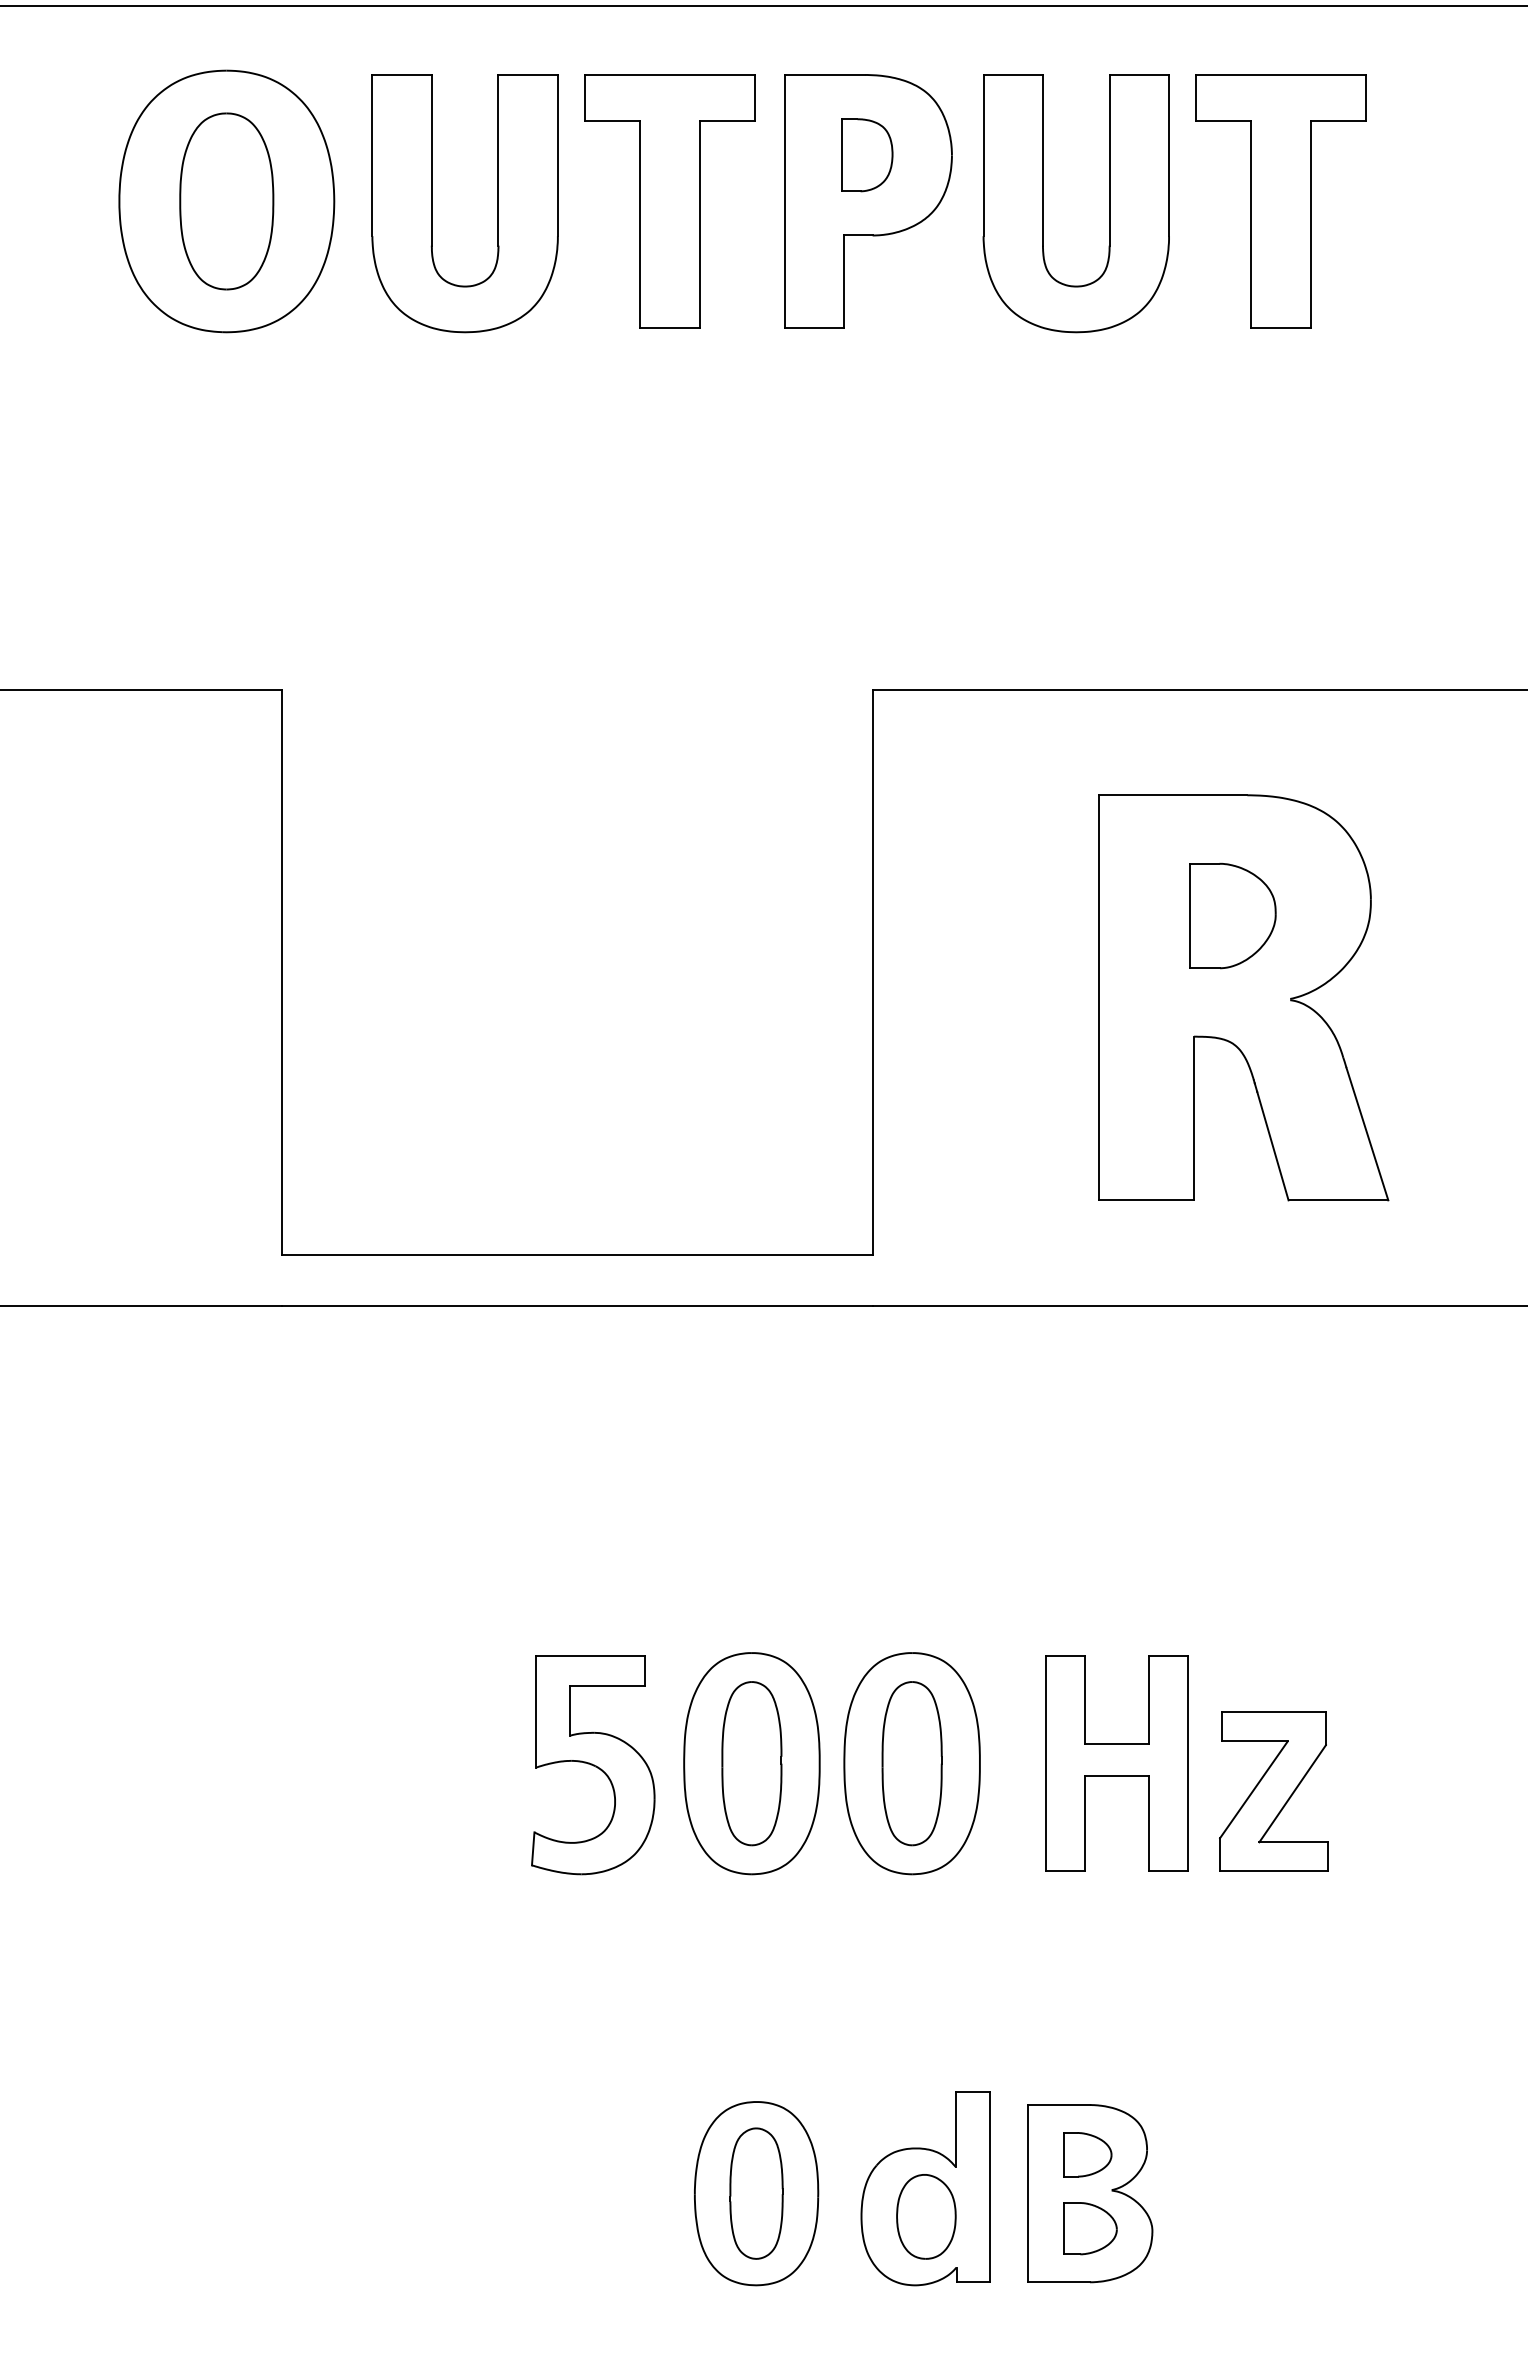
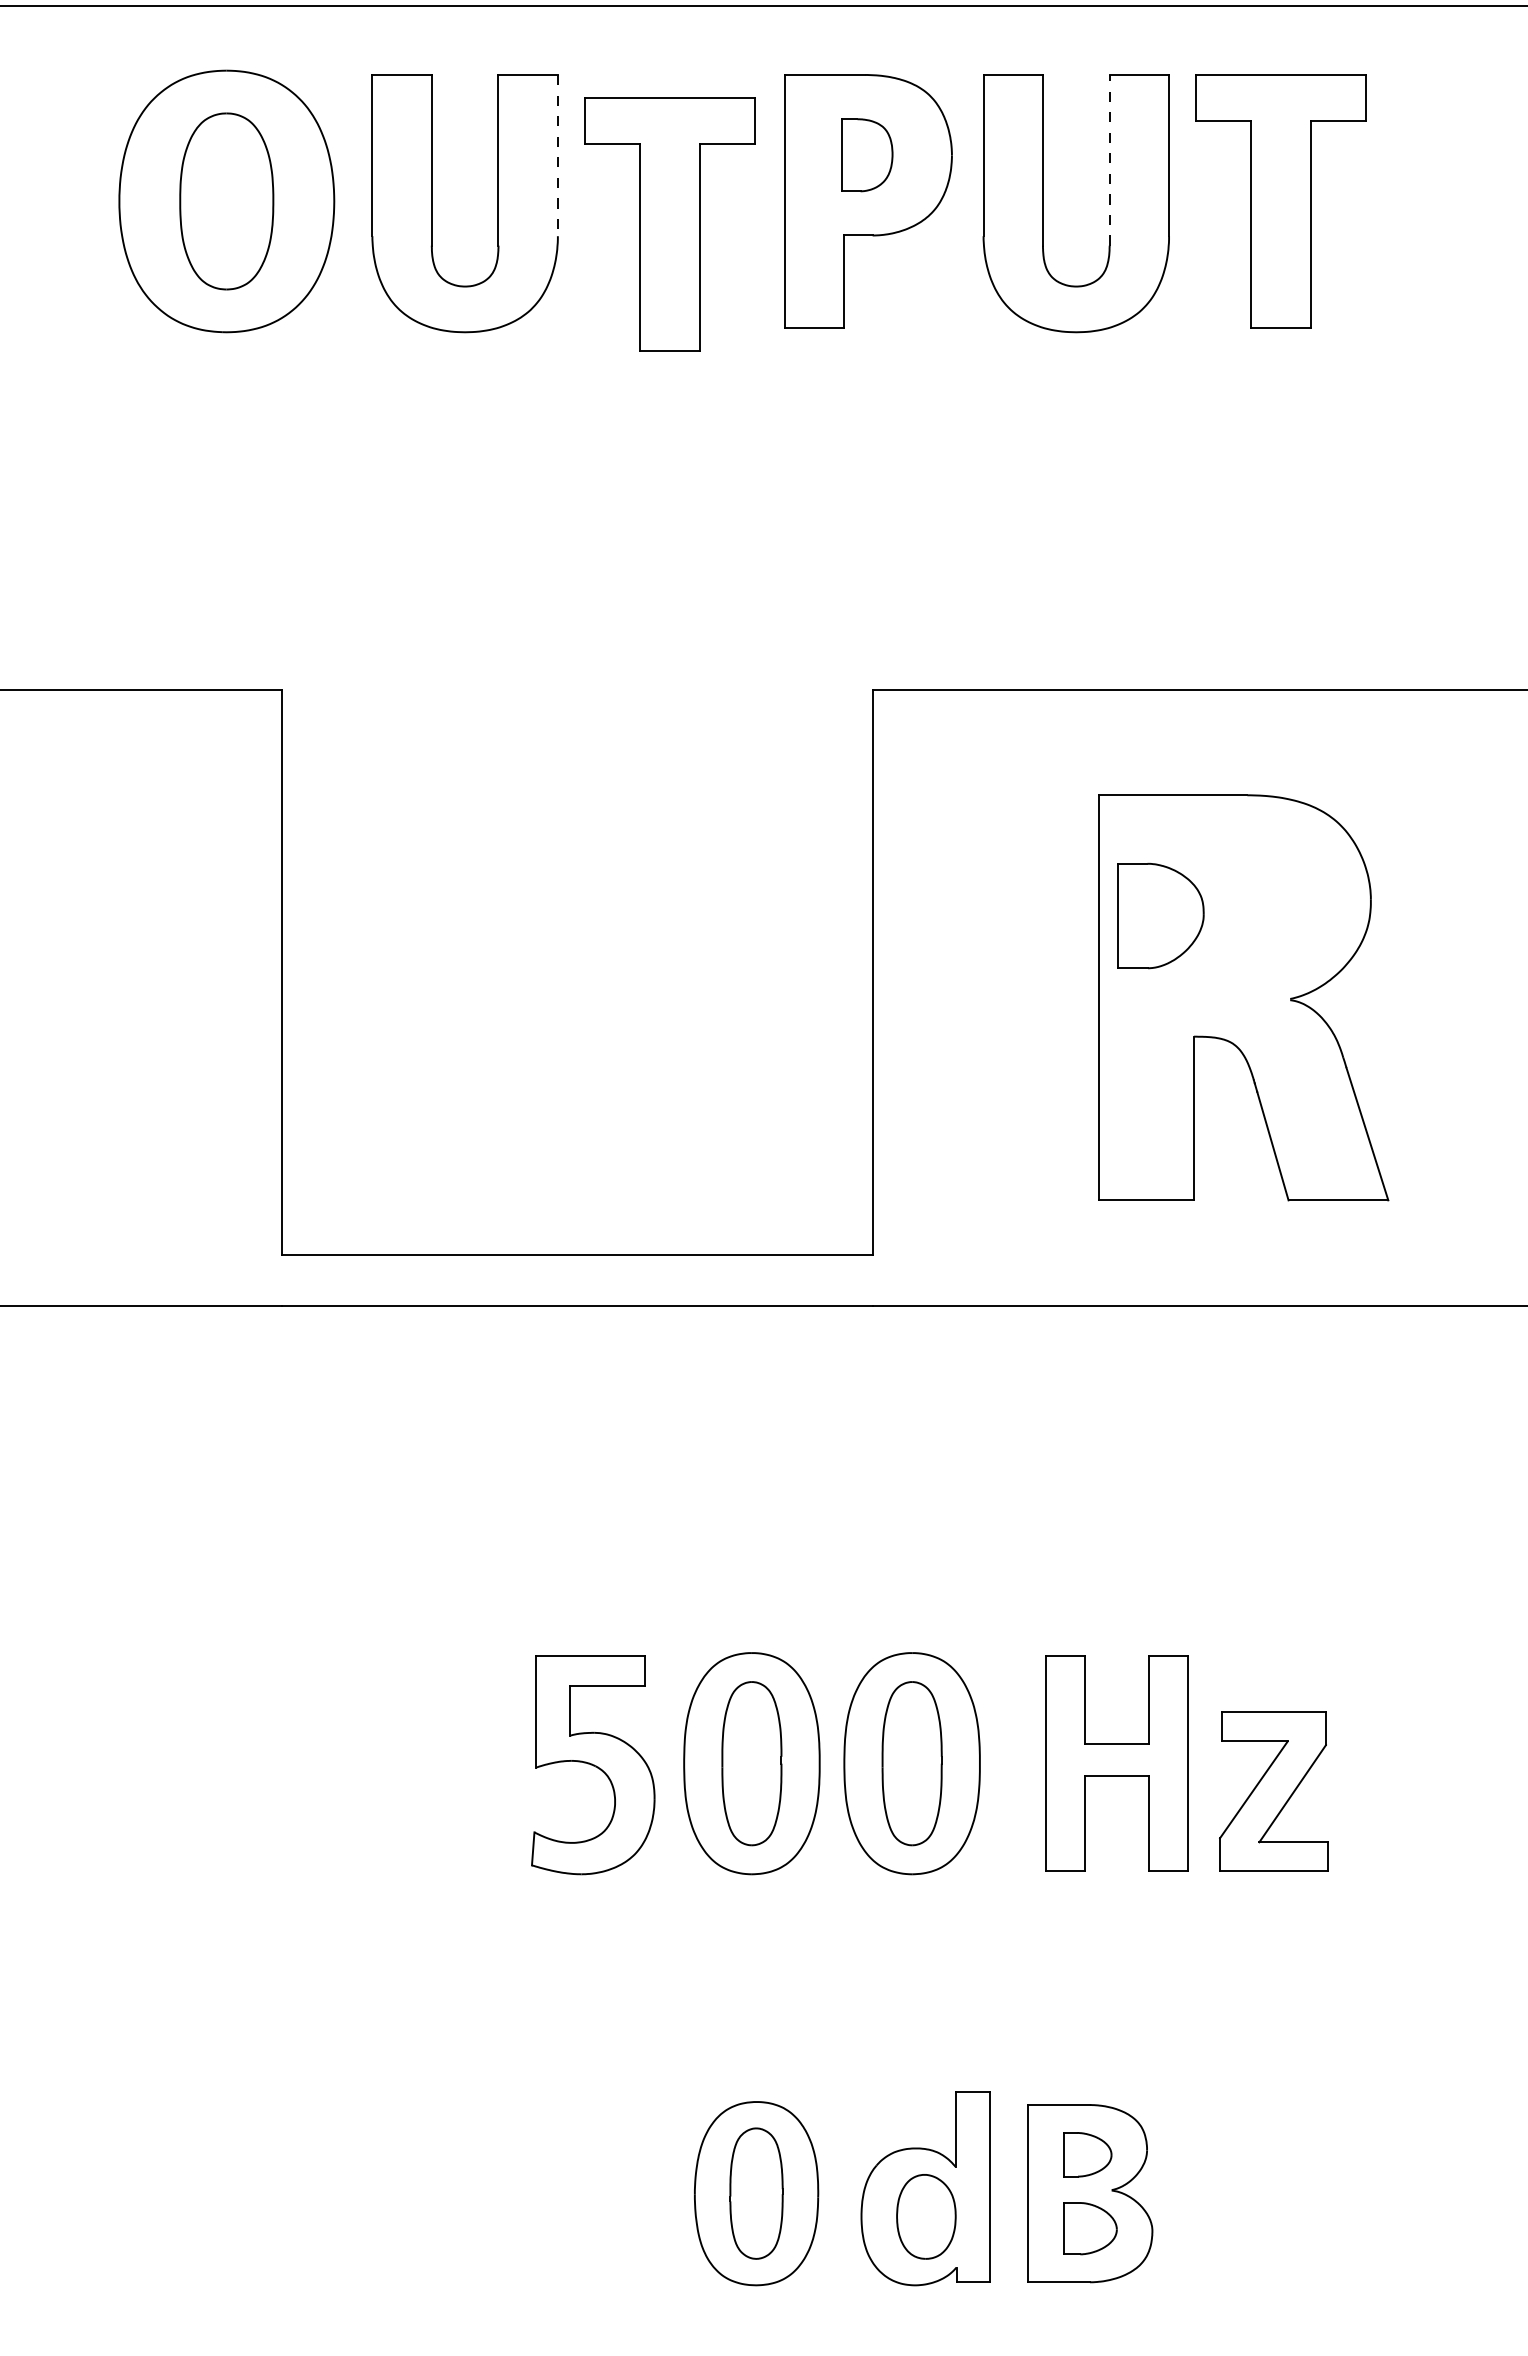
line at (557, 155): solid -> dashed
line at (1109, 159): solid -> dashed
part at (669, 201) position: (669, 201) -> (669, 224)
part at (1232, 915) position: (1232, 915) -> (1160, 915)
